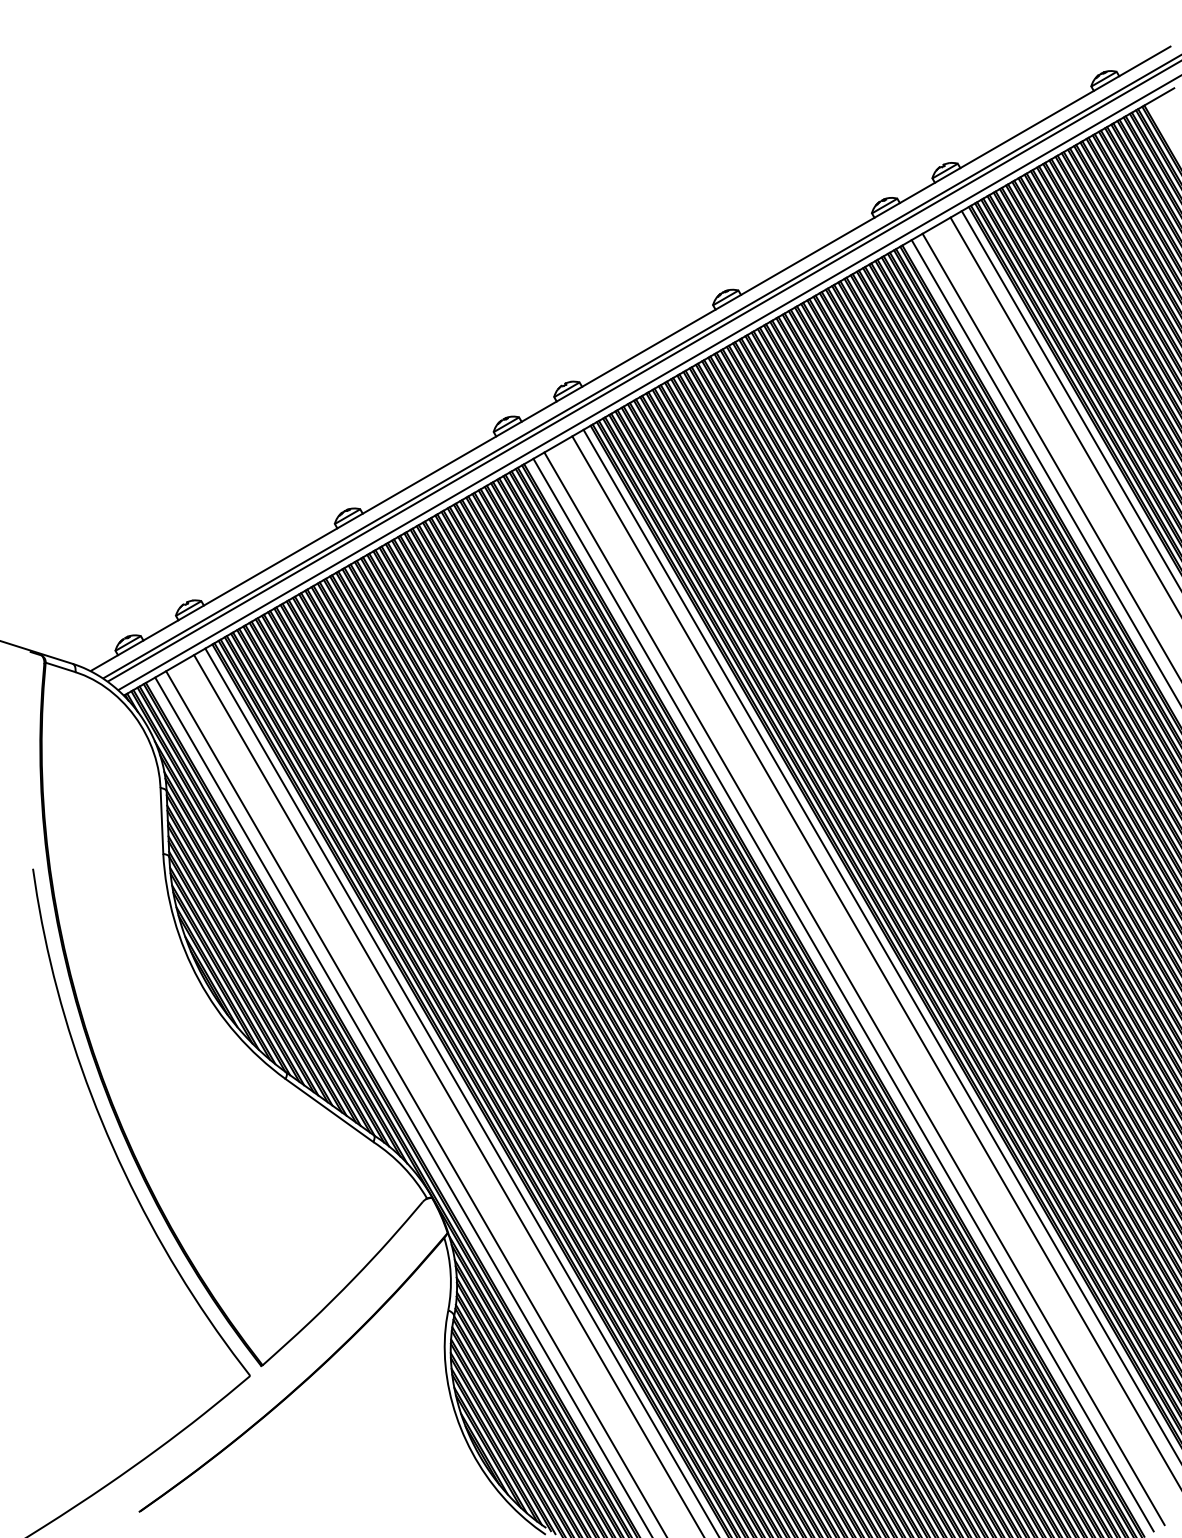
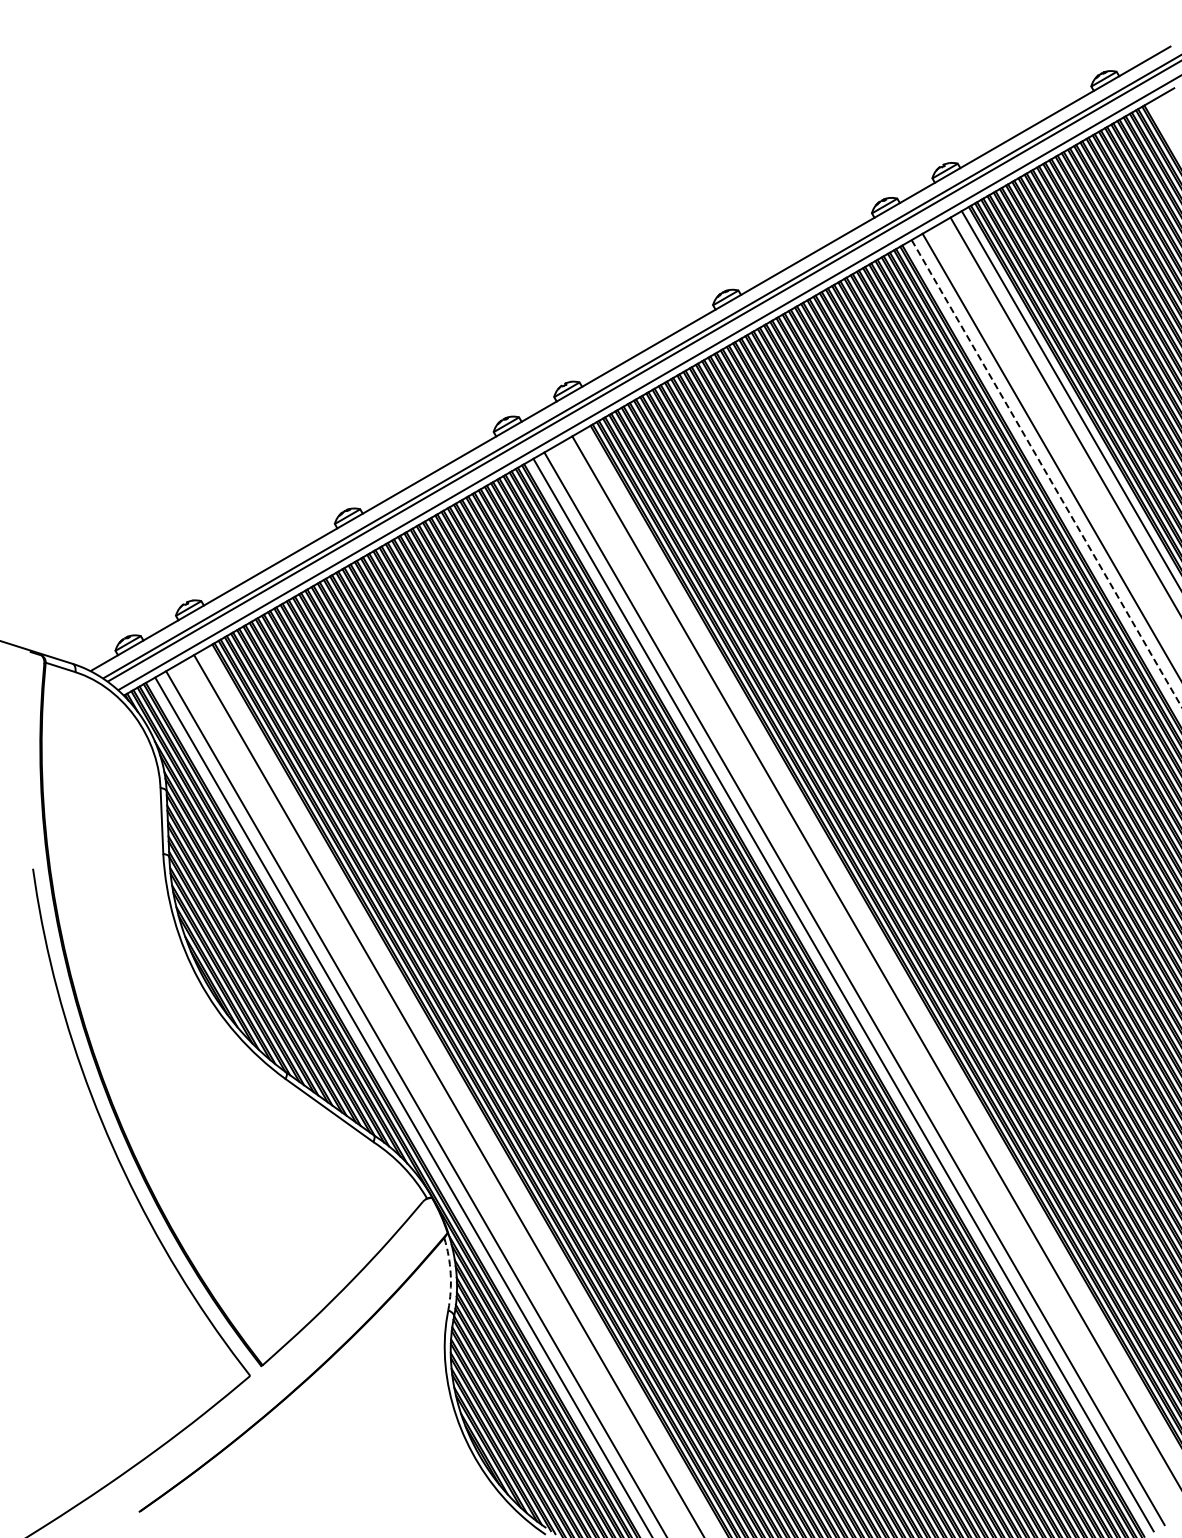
line at (1046, 473): solid -> dashed
line at (880, 944): present -> none
line at (461, 1091): present -> none
arc at (450, 1273): solid -> dashed
